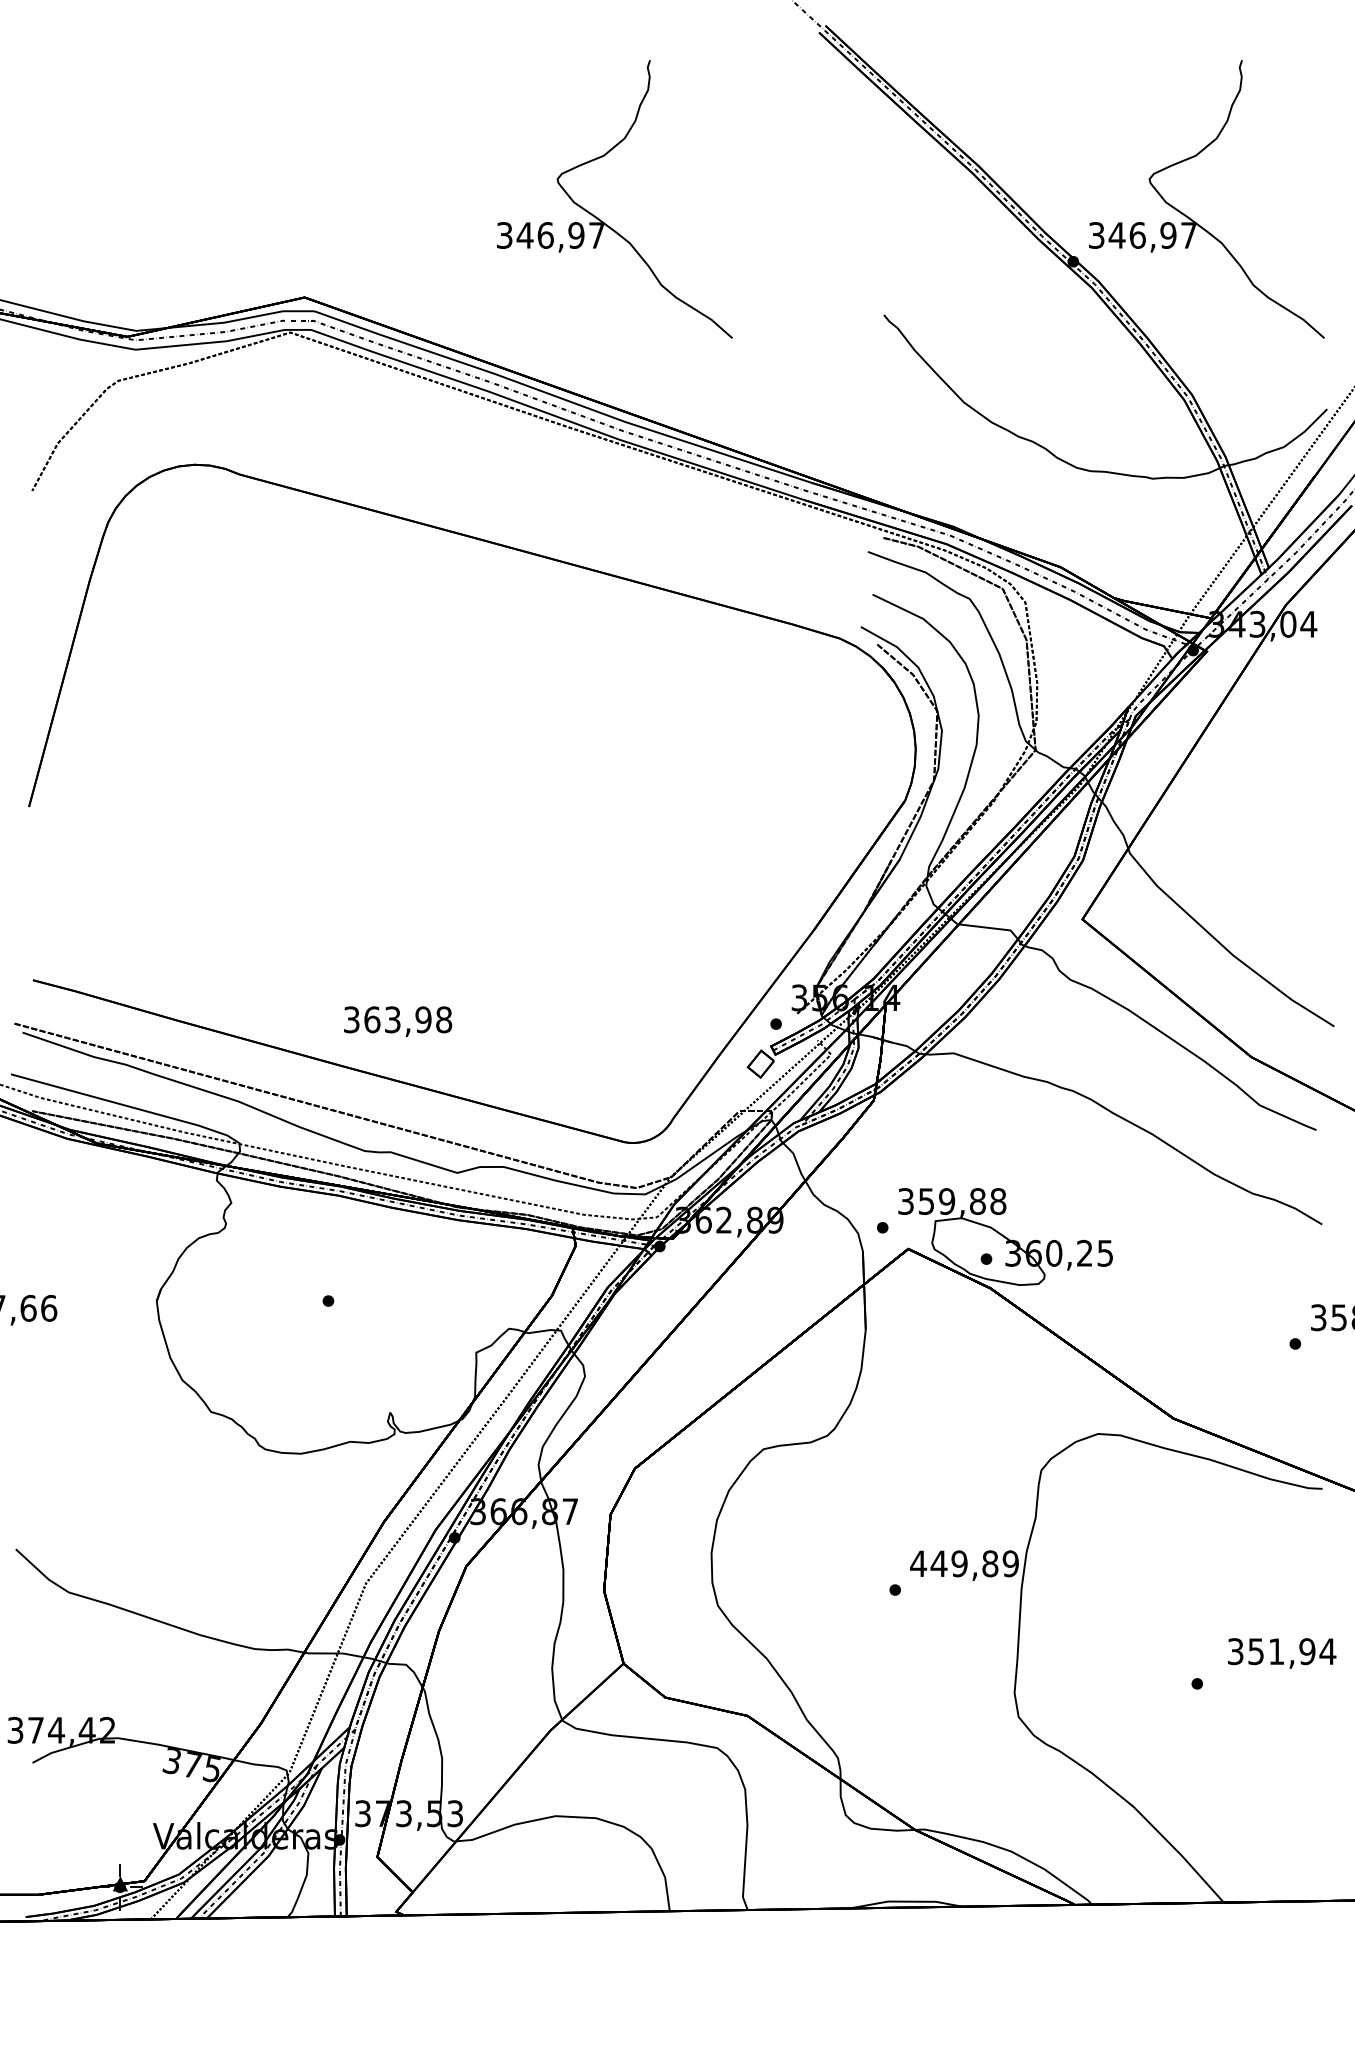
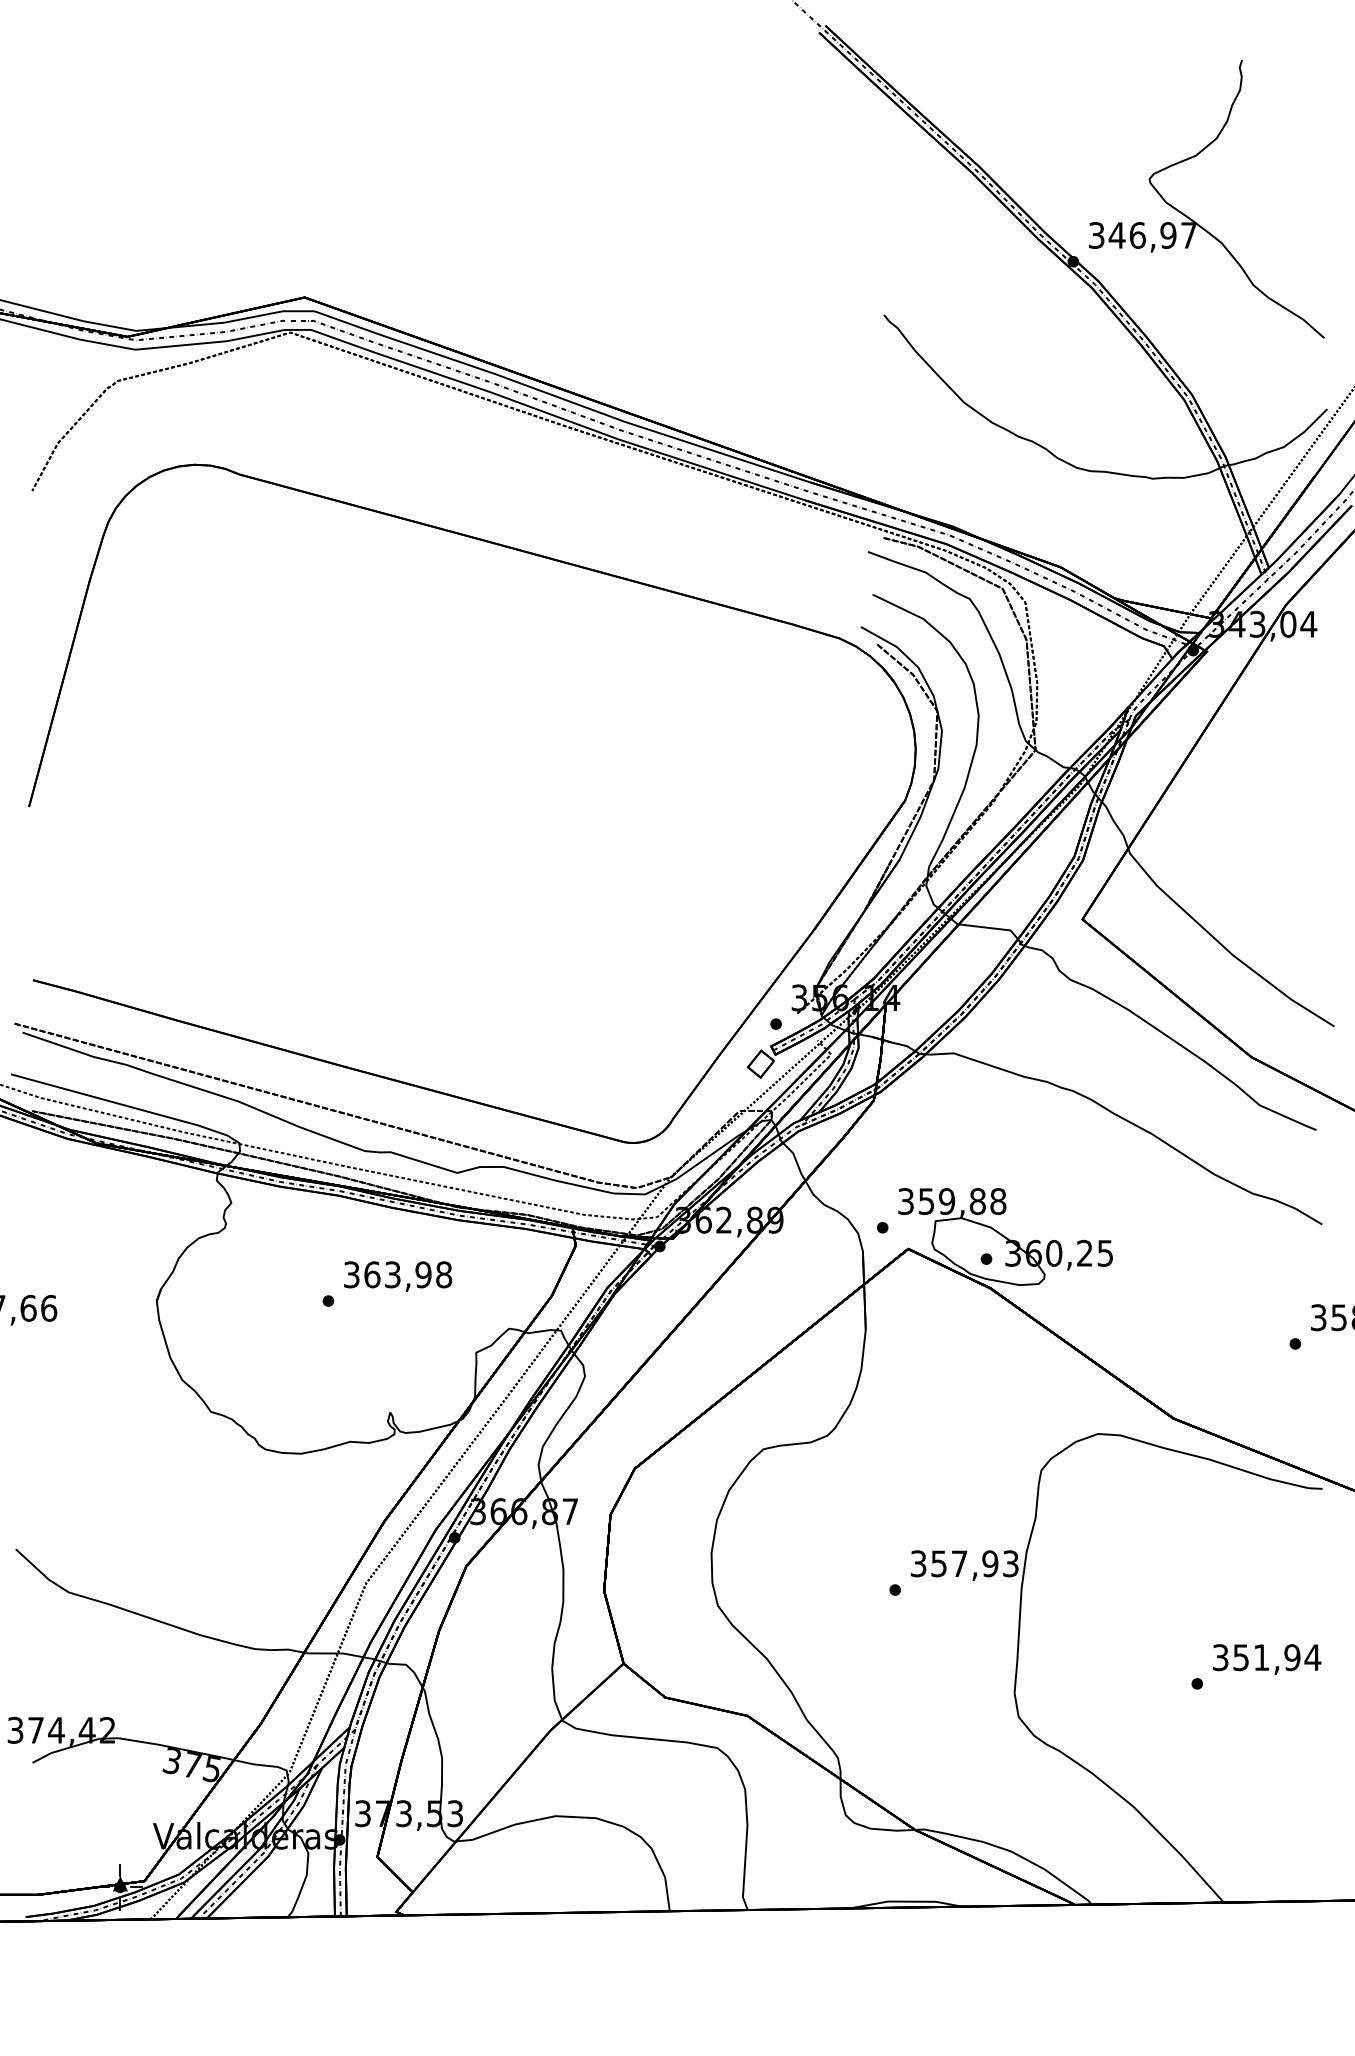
part at (599, 218): present -> none
text at (398, 1021) position: (398, 1021) -> (398, 1276)
text at (964, 1563): 449,89 -> 357,93
text at (1282, 1653) position: (1282, 1653) -> (1267, 1659)
